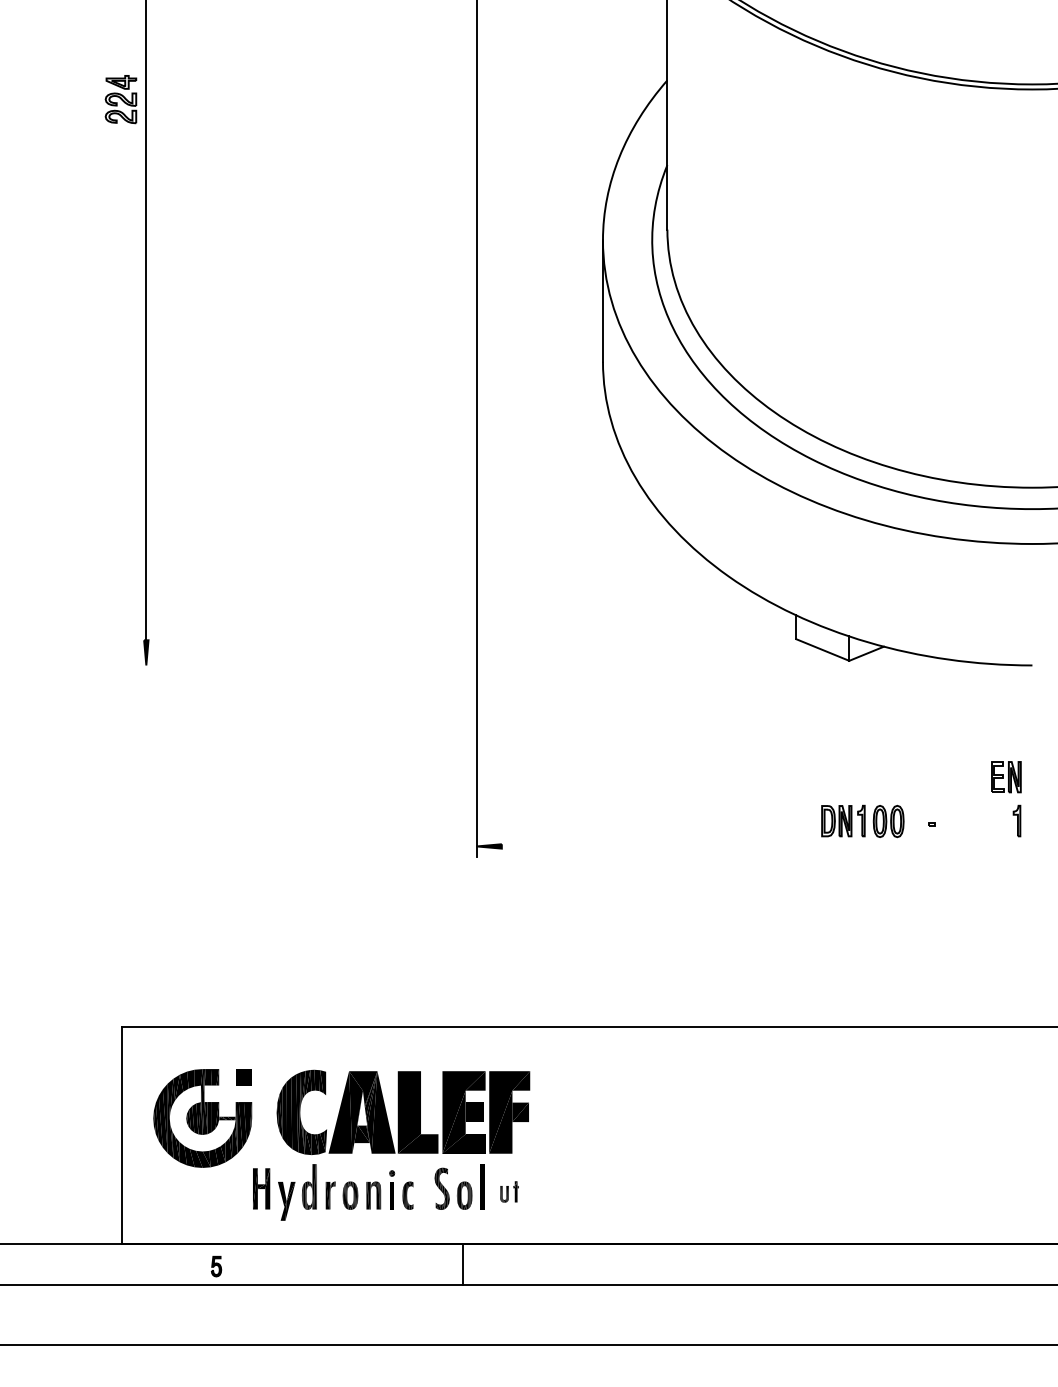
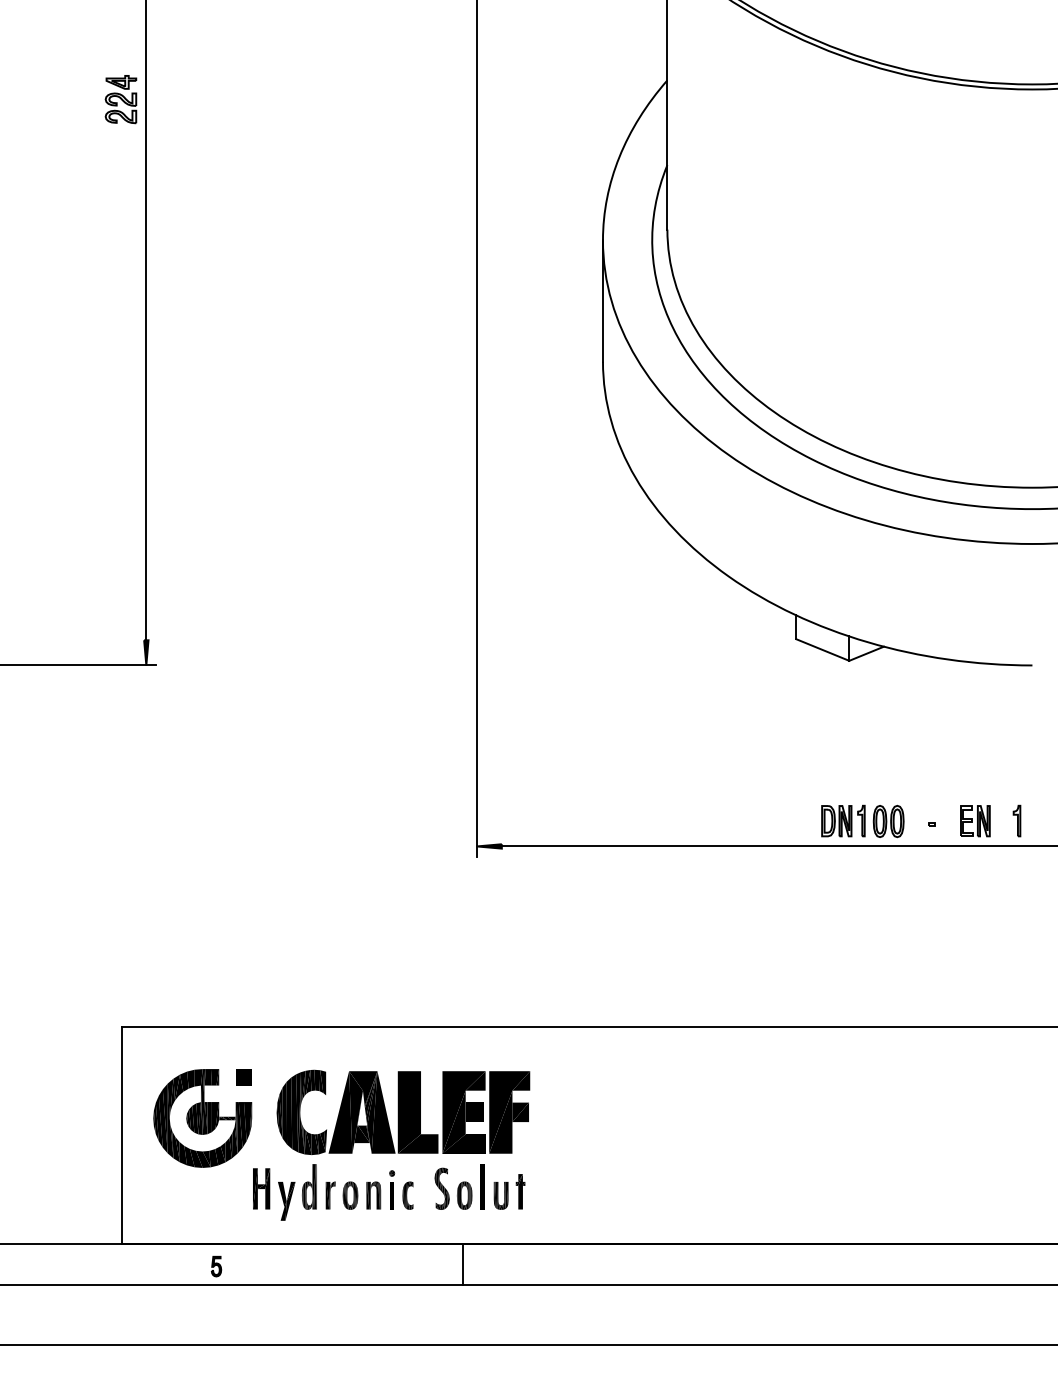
line at (79, 665): none -> present
part at (1006, 777) position: (1006, 777) -> (975, 821)
line at (777, 846): none -> present
part at (509, 1191) size: 19x22 px -> 33x36 px
